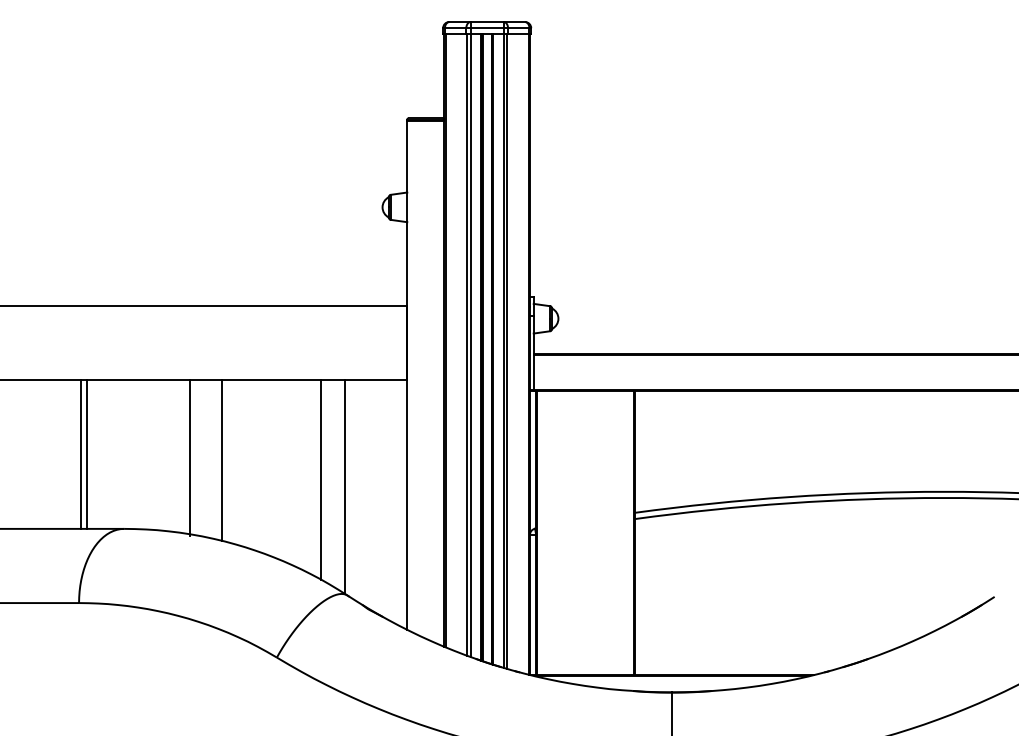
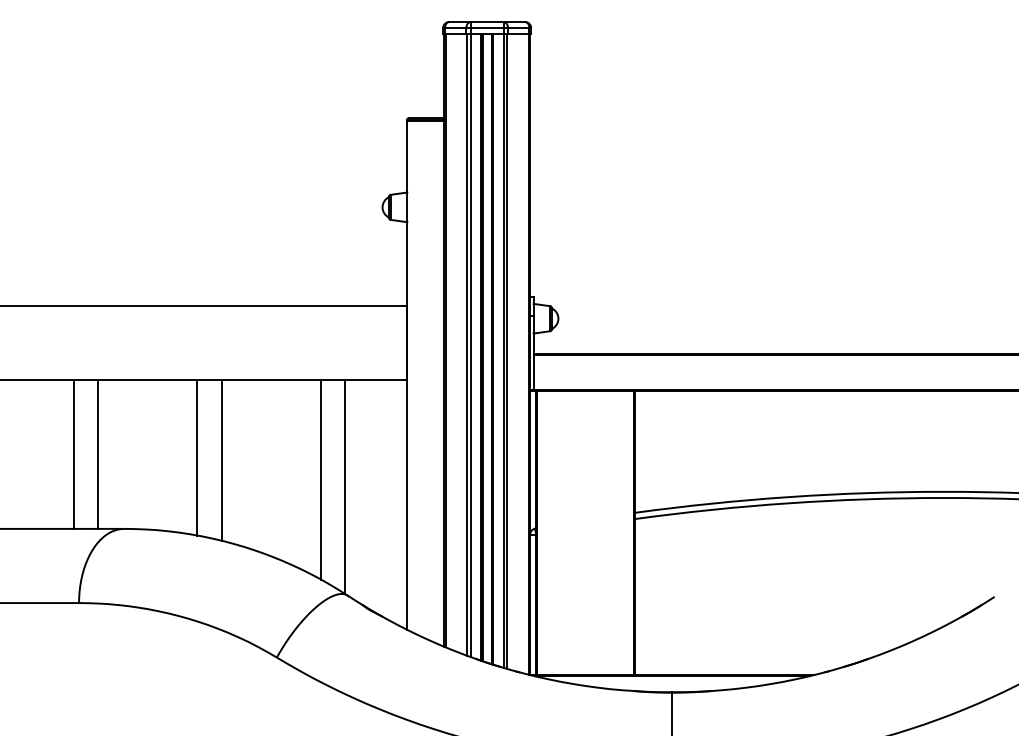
line at (80, 454) position: (80, 454) -> (73, 454)
line at (87, 454) position: (87, 454) -> (98, 454)
line at (190, 457) position: (190, 457) -> (197, 457)
